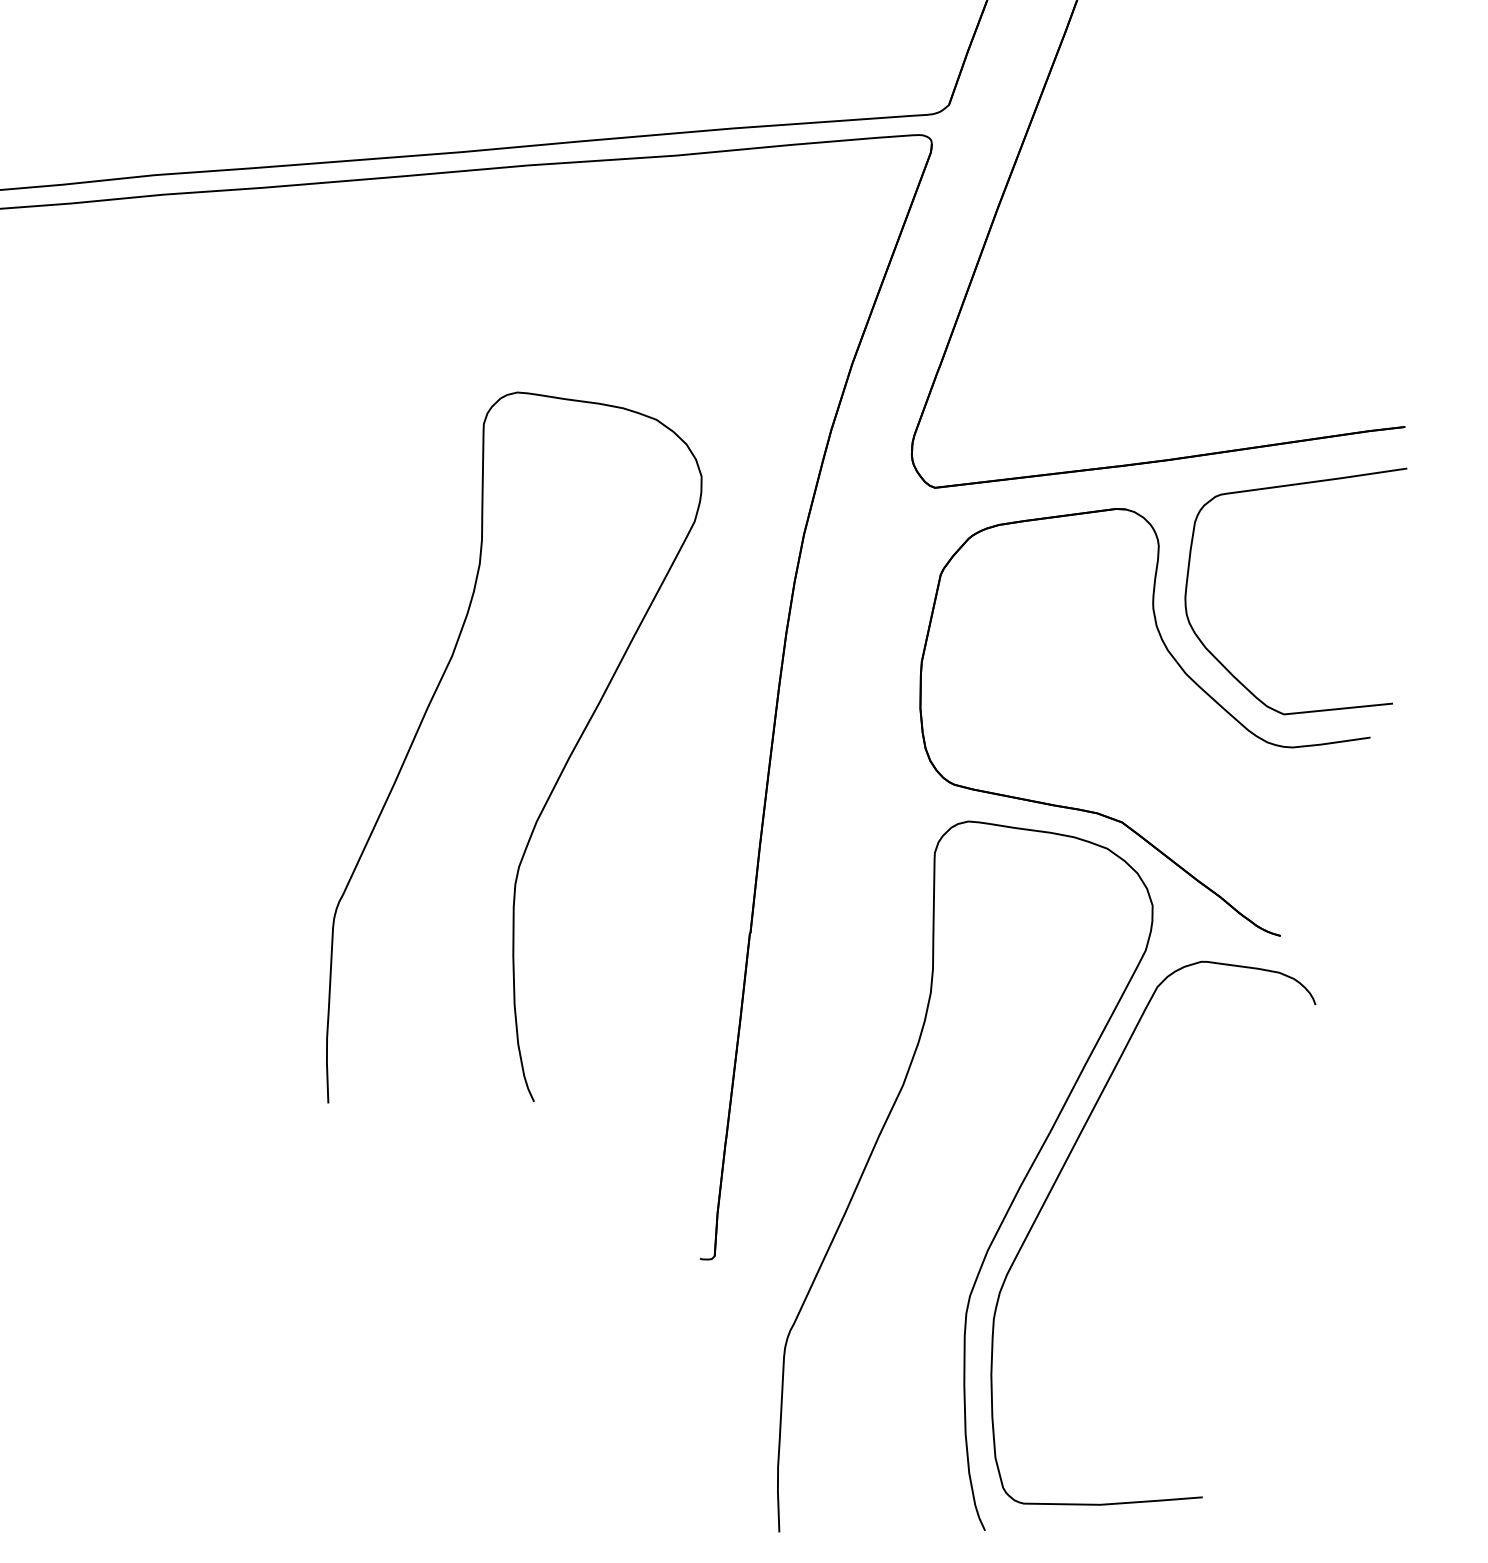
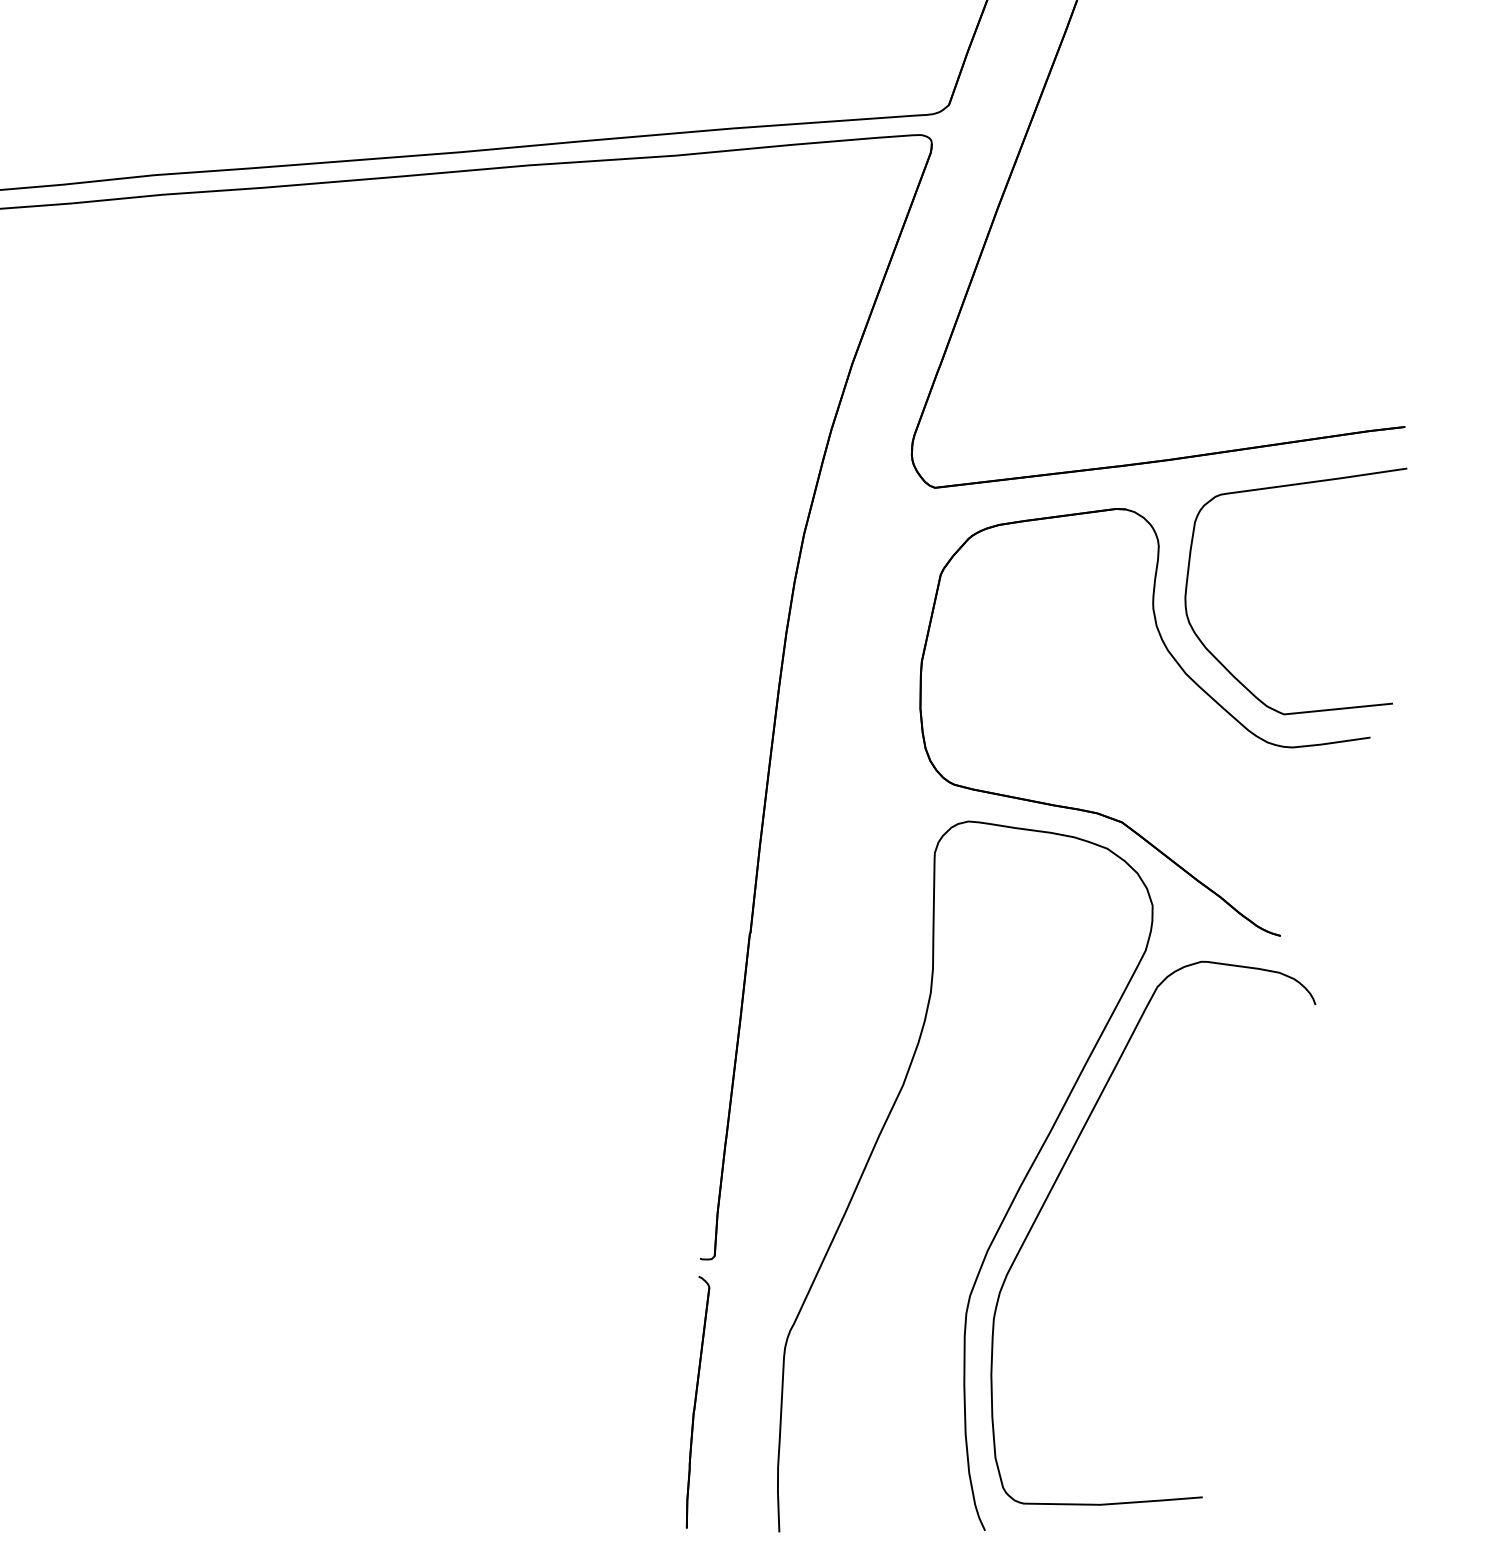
curve at (561, 770): present -> none
part at (697, 1402): none -> present
